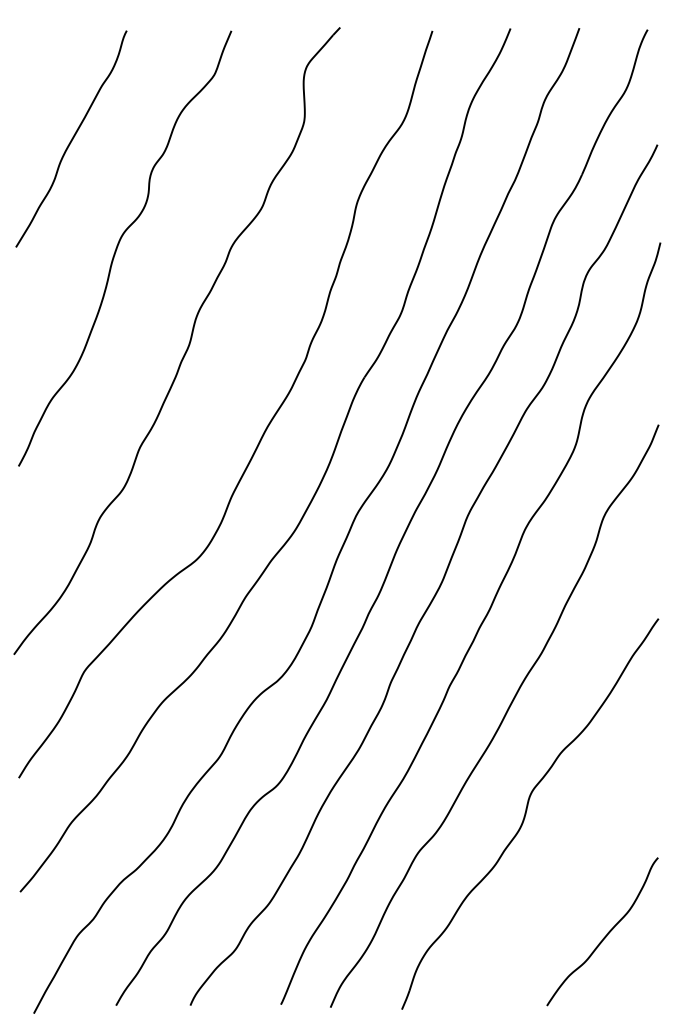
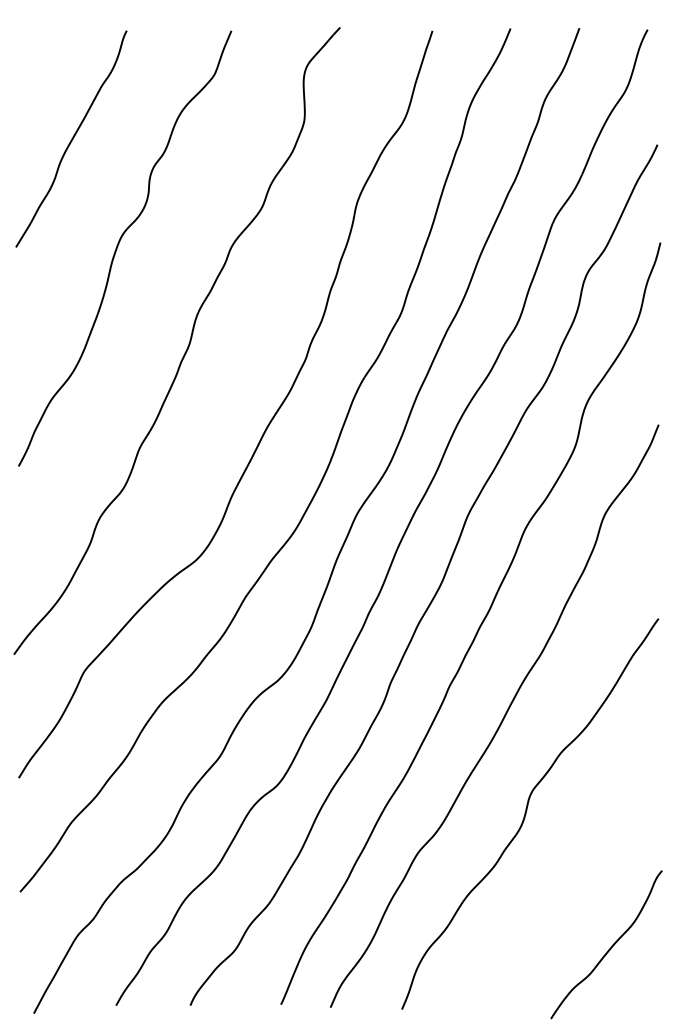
curve at (606, 934) position: (606, 934) -> (610, 947)
